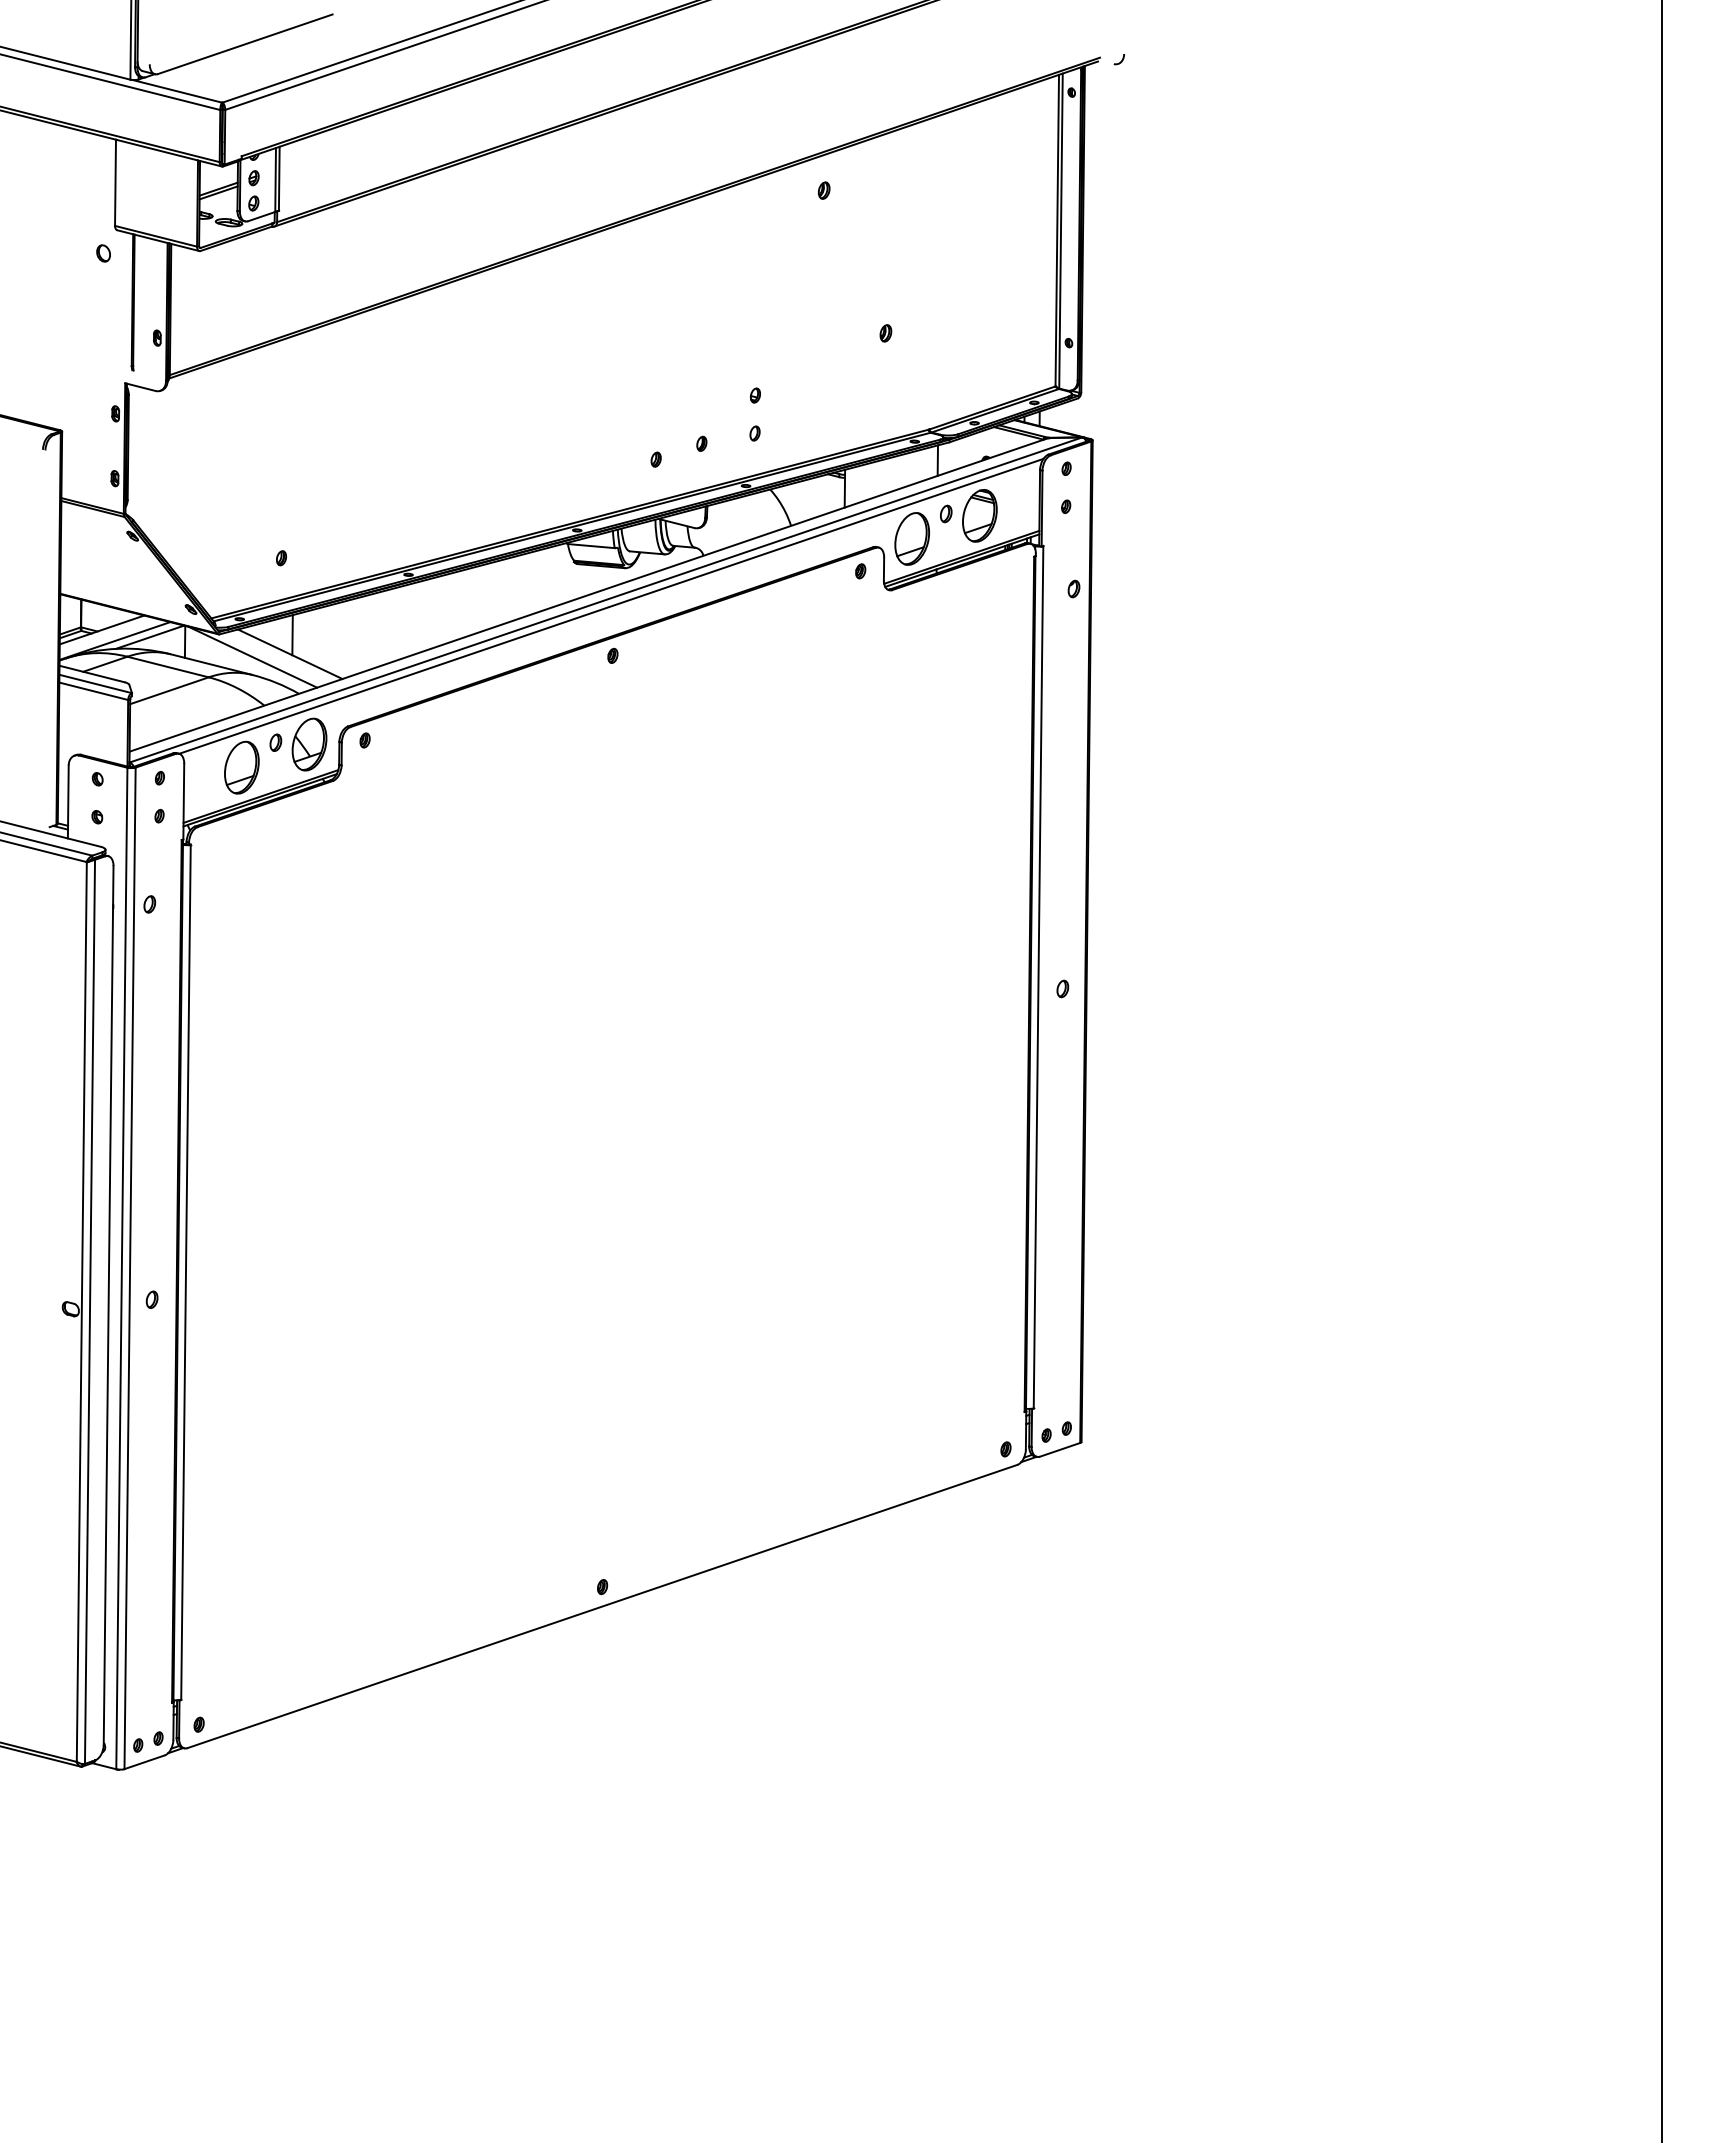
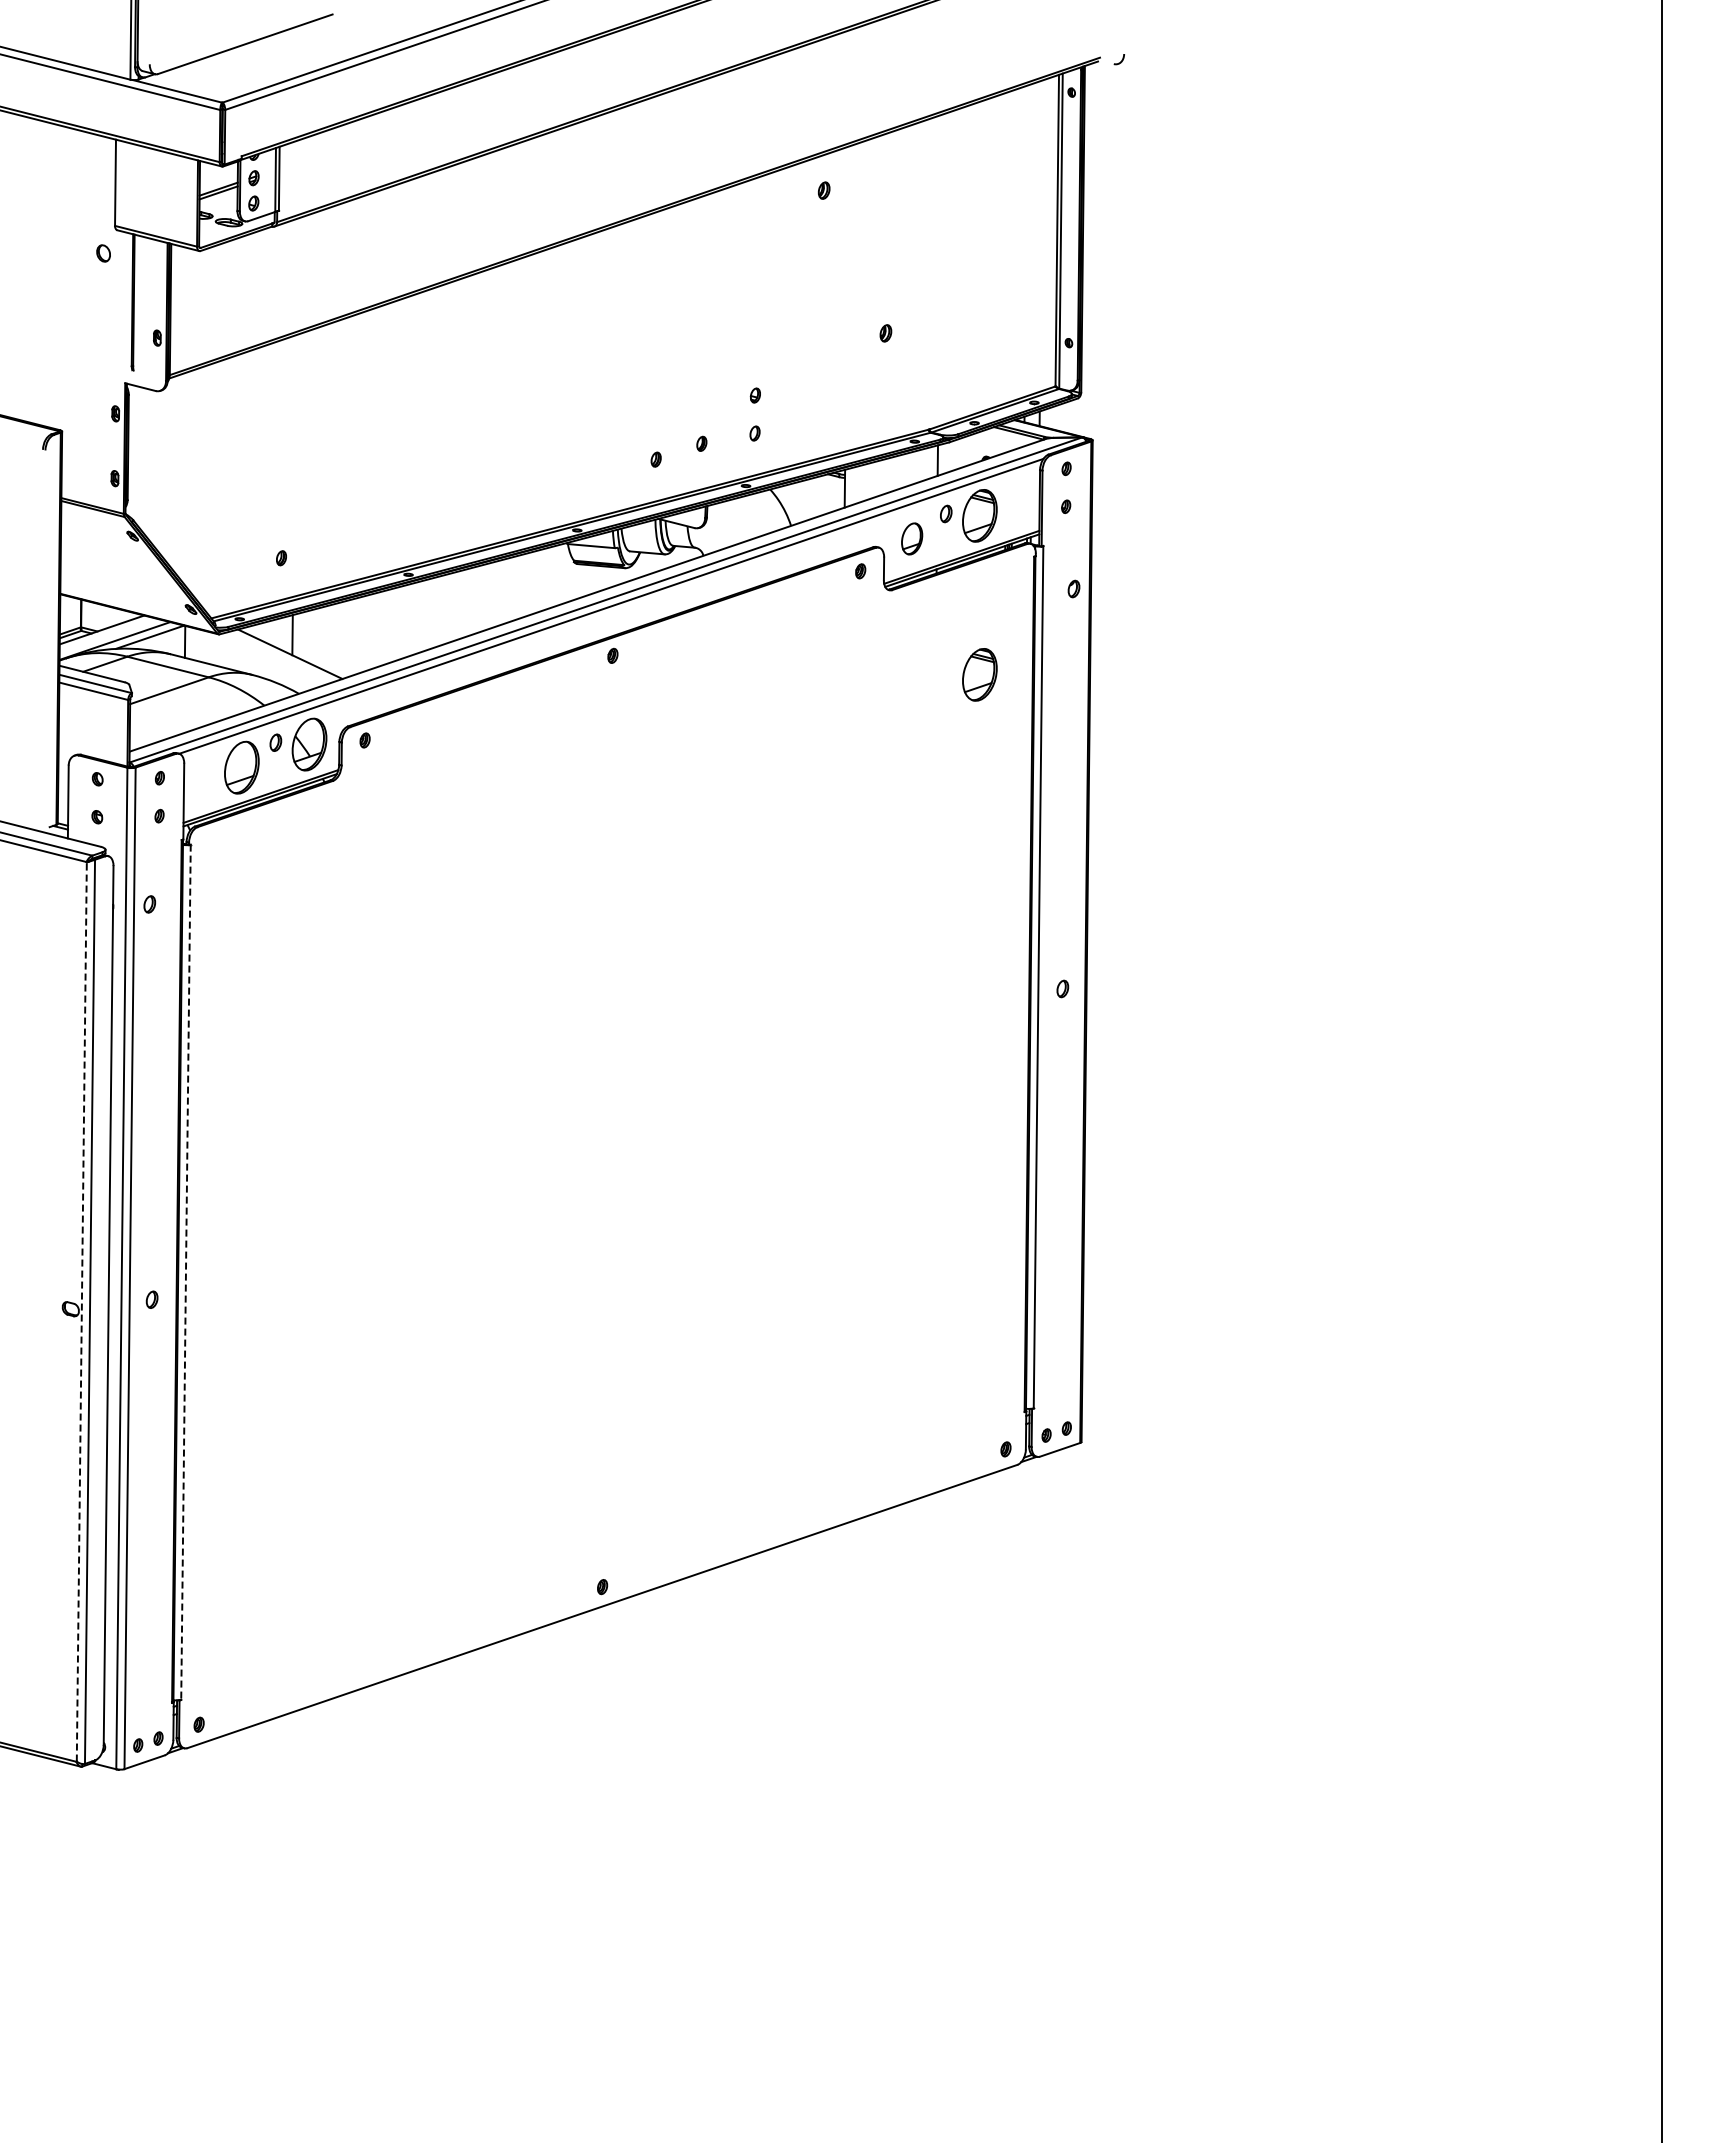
part at (911, 538) size: 36x54 px -> 23x34 px
line at (252, 656): present -> none
part at (979, 674): none -> present
line at (185, 1272): solid -> dashed
line at (81, 1312): solid -> dashed
